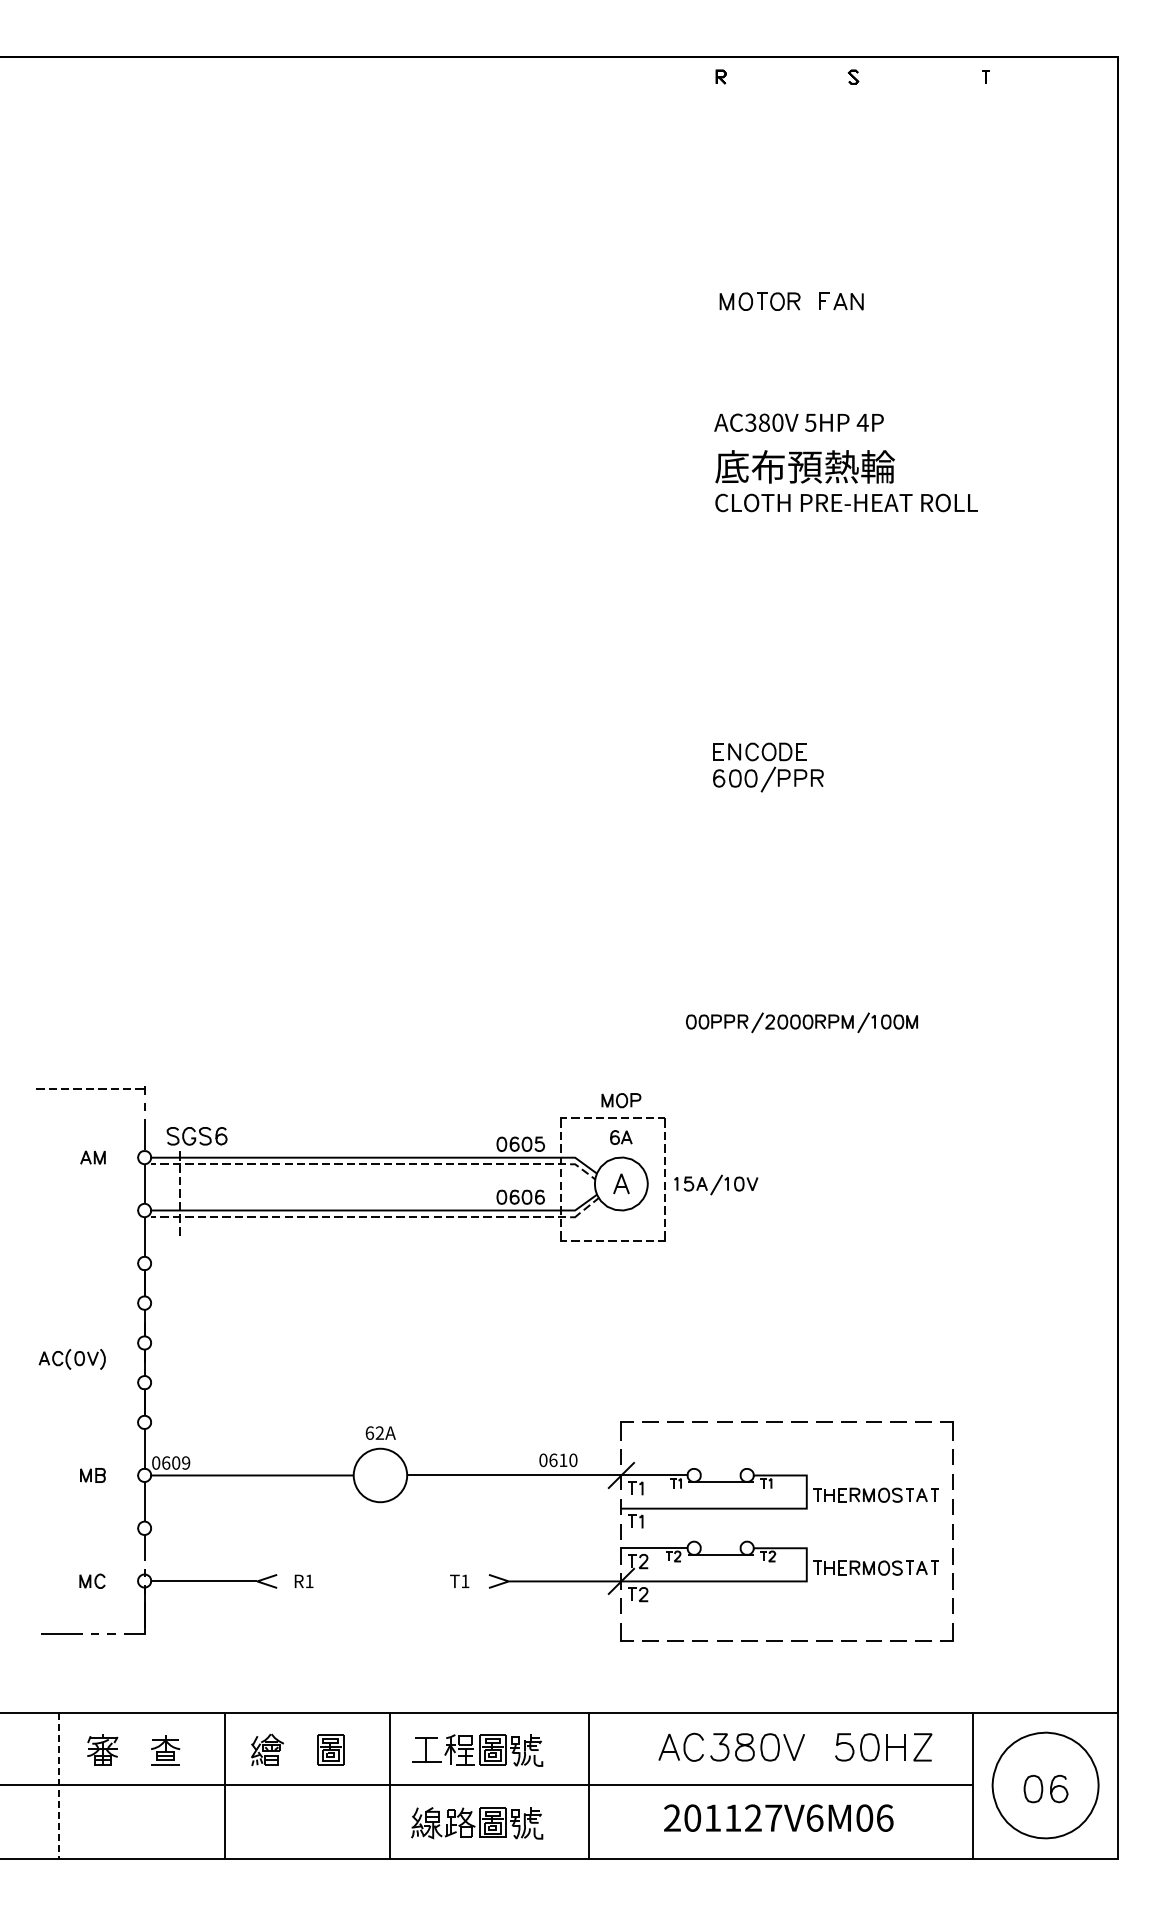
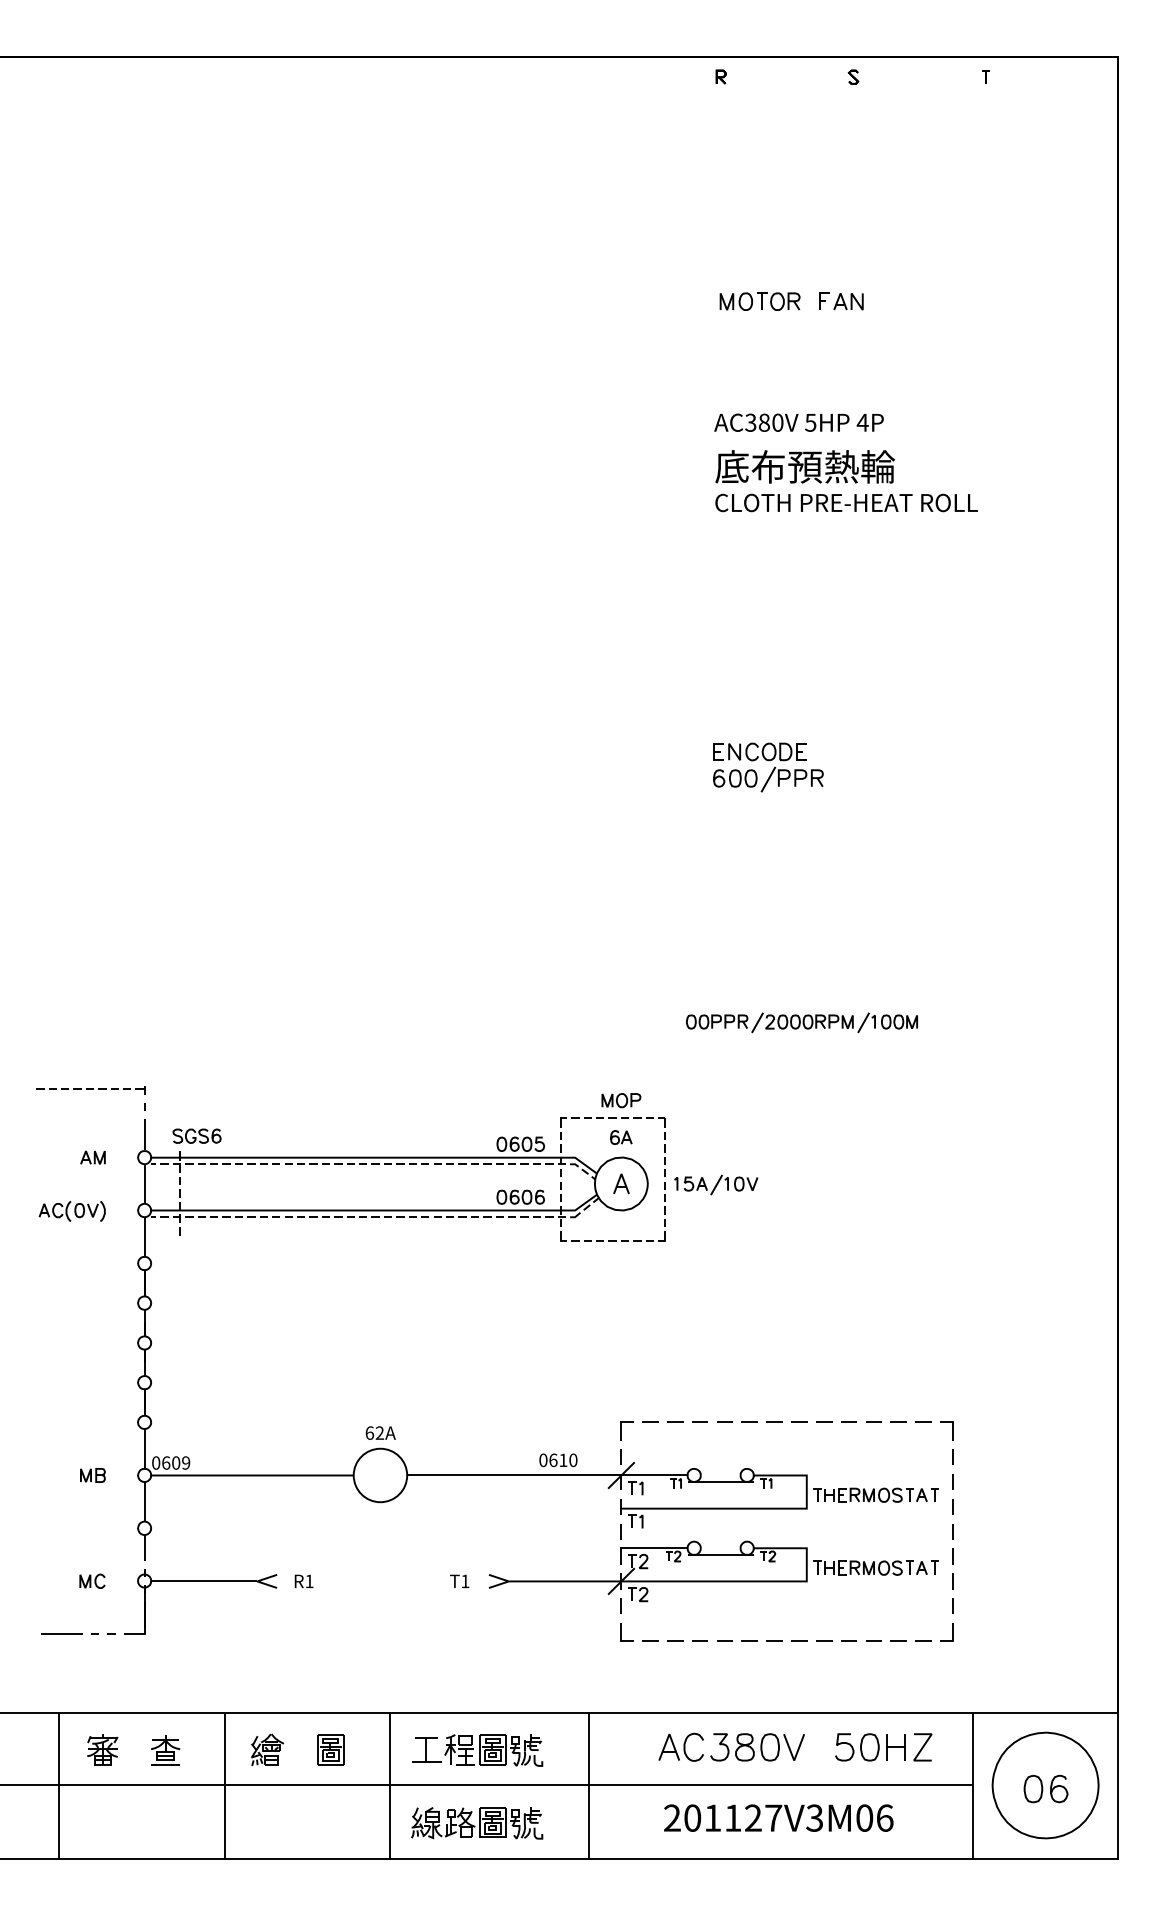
part at (196, 1136) size: 62x19 px -> 50x16 px
part at (71, 1359) position: (71, 1359) -> (71, 1211)
line at (58, 1785): dashed -> solid
text at (814, 1817): 201127V6M06 -> 201127V3M06
